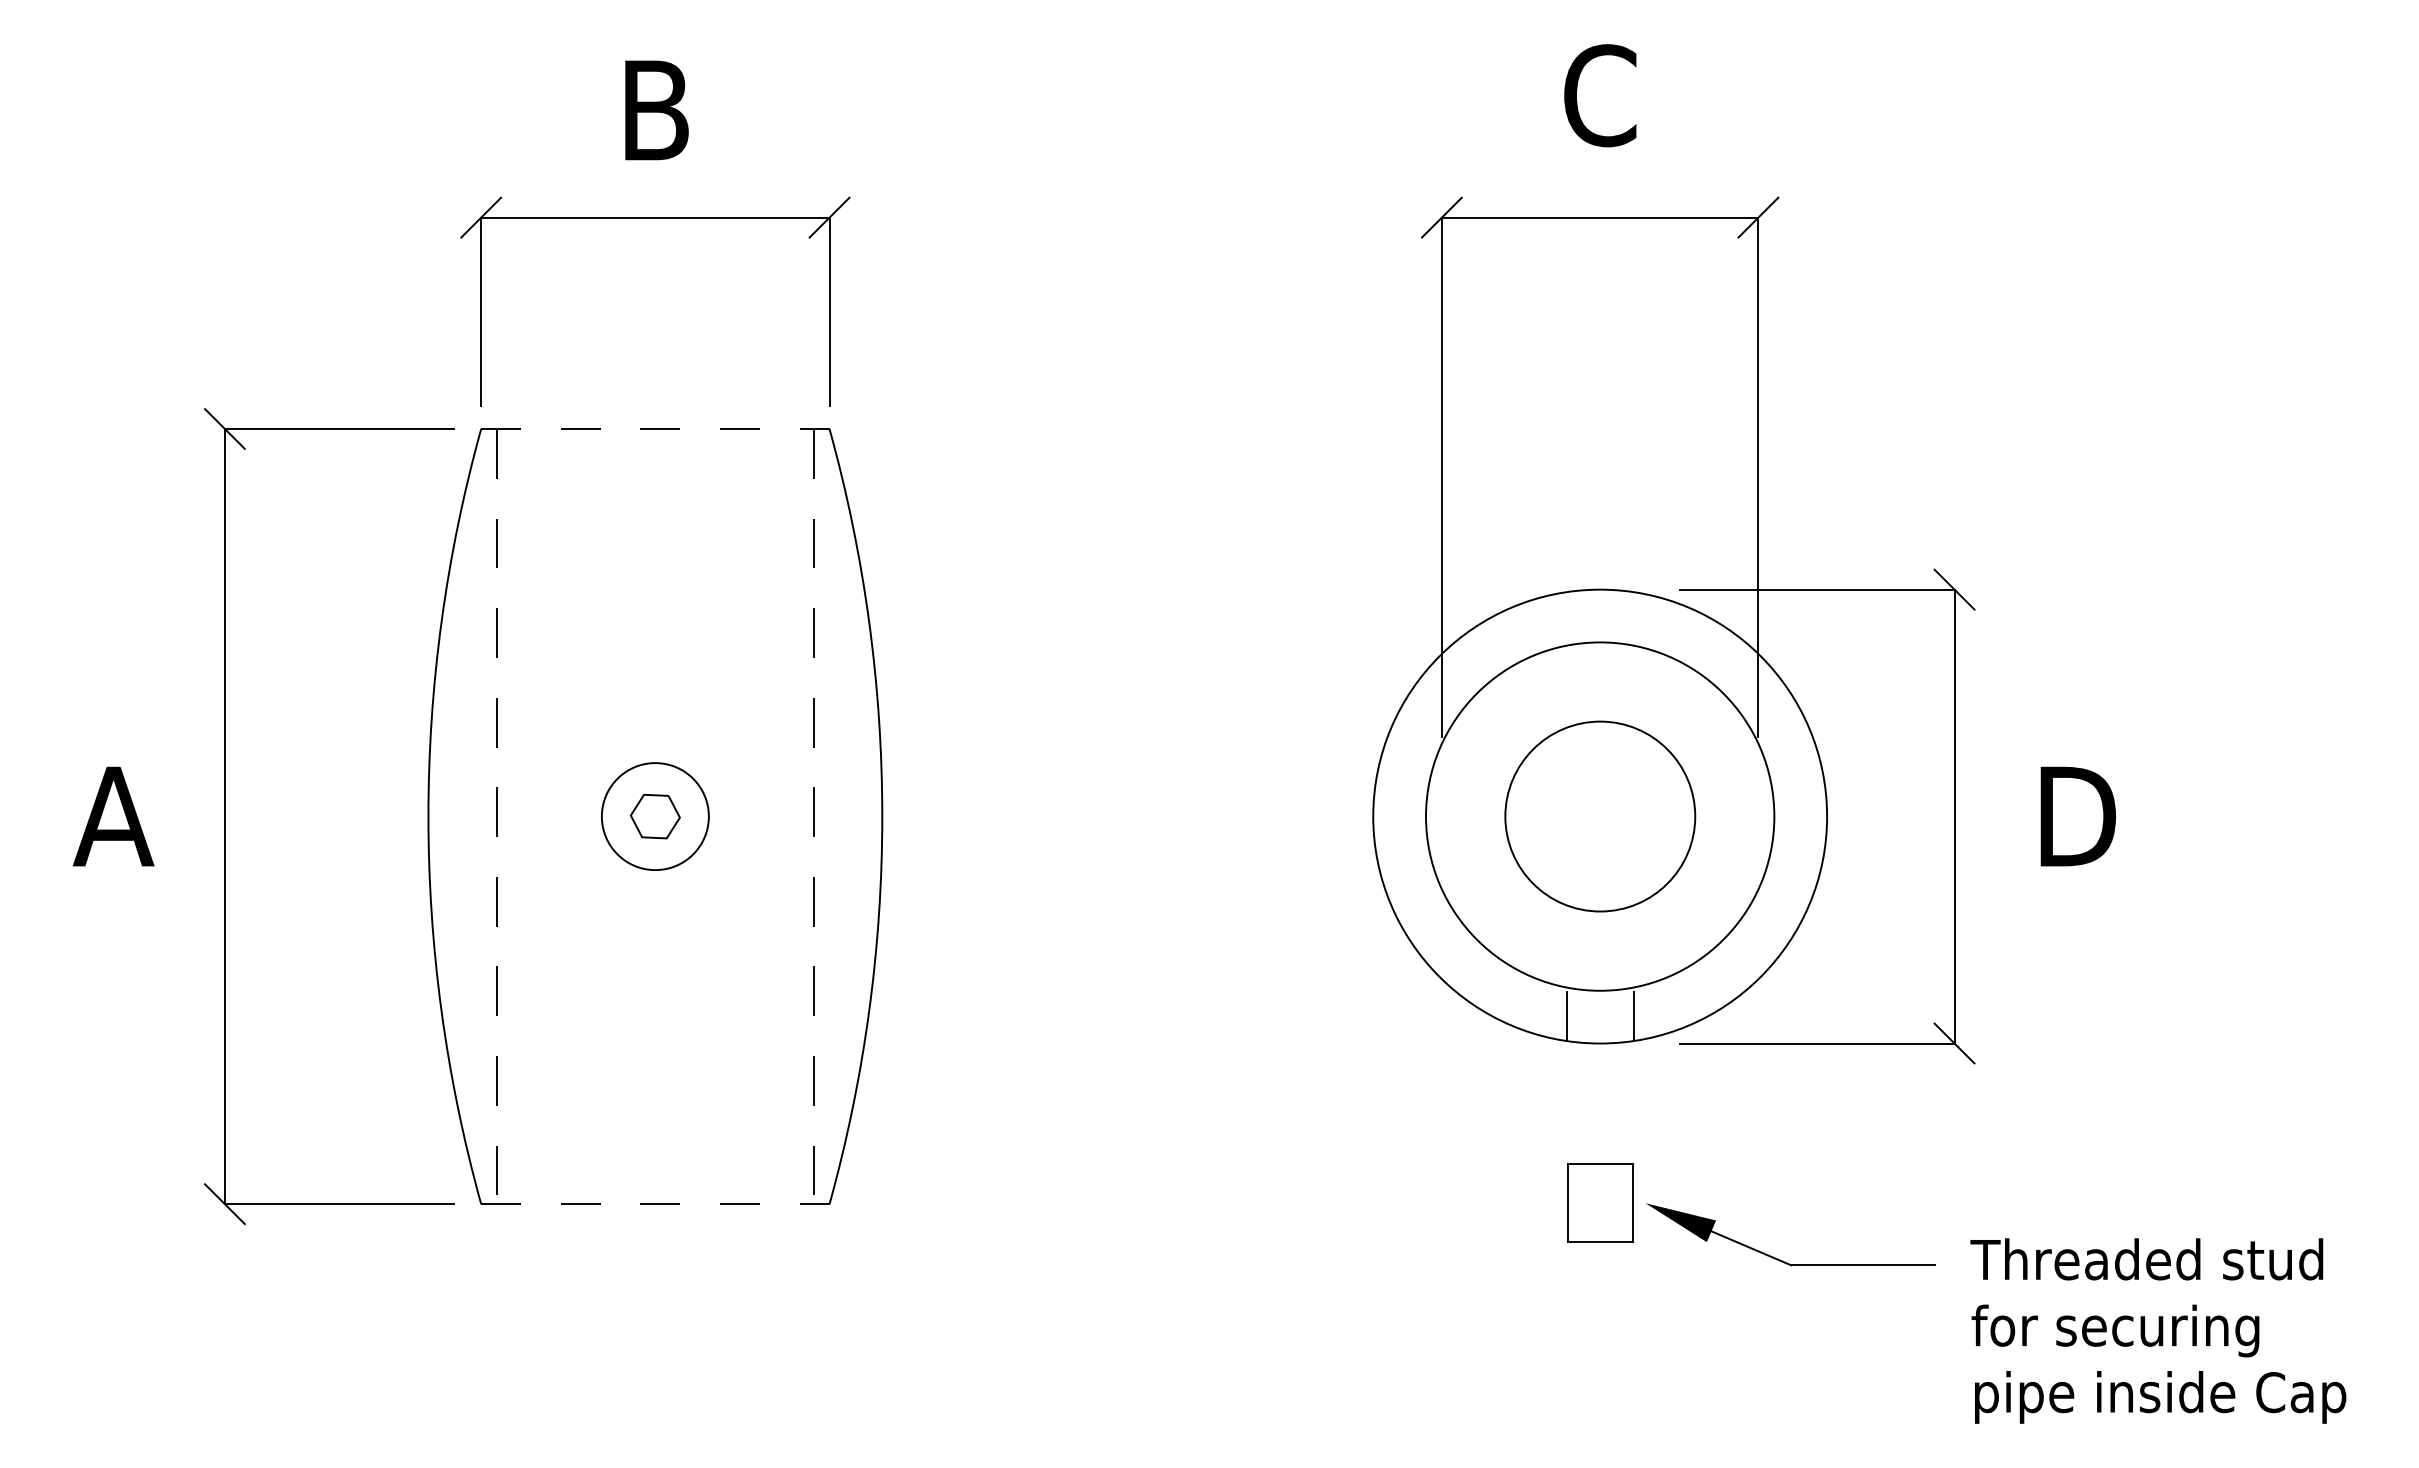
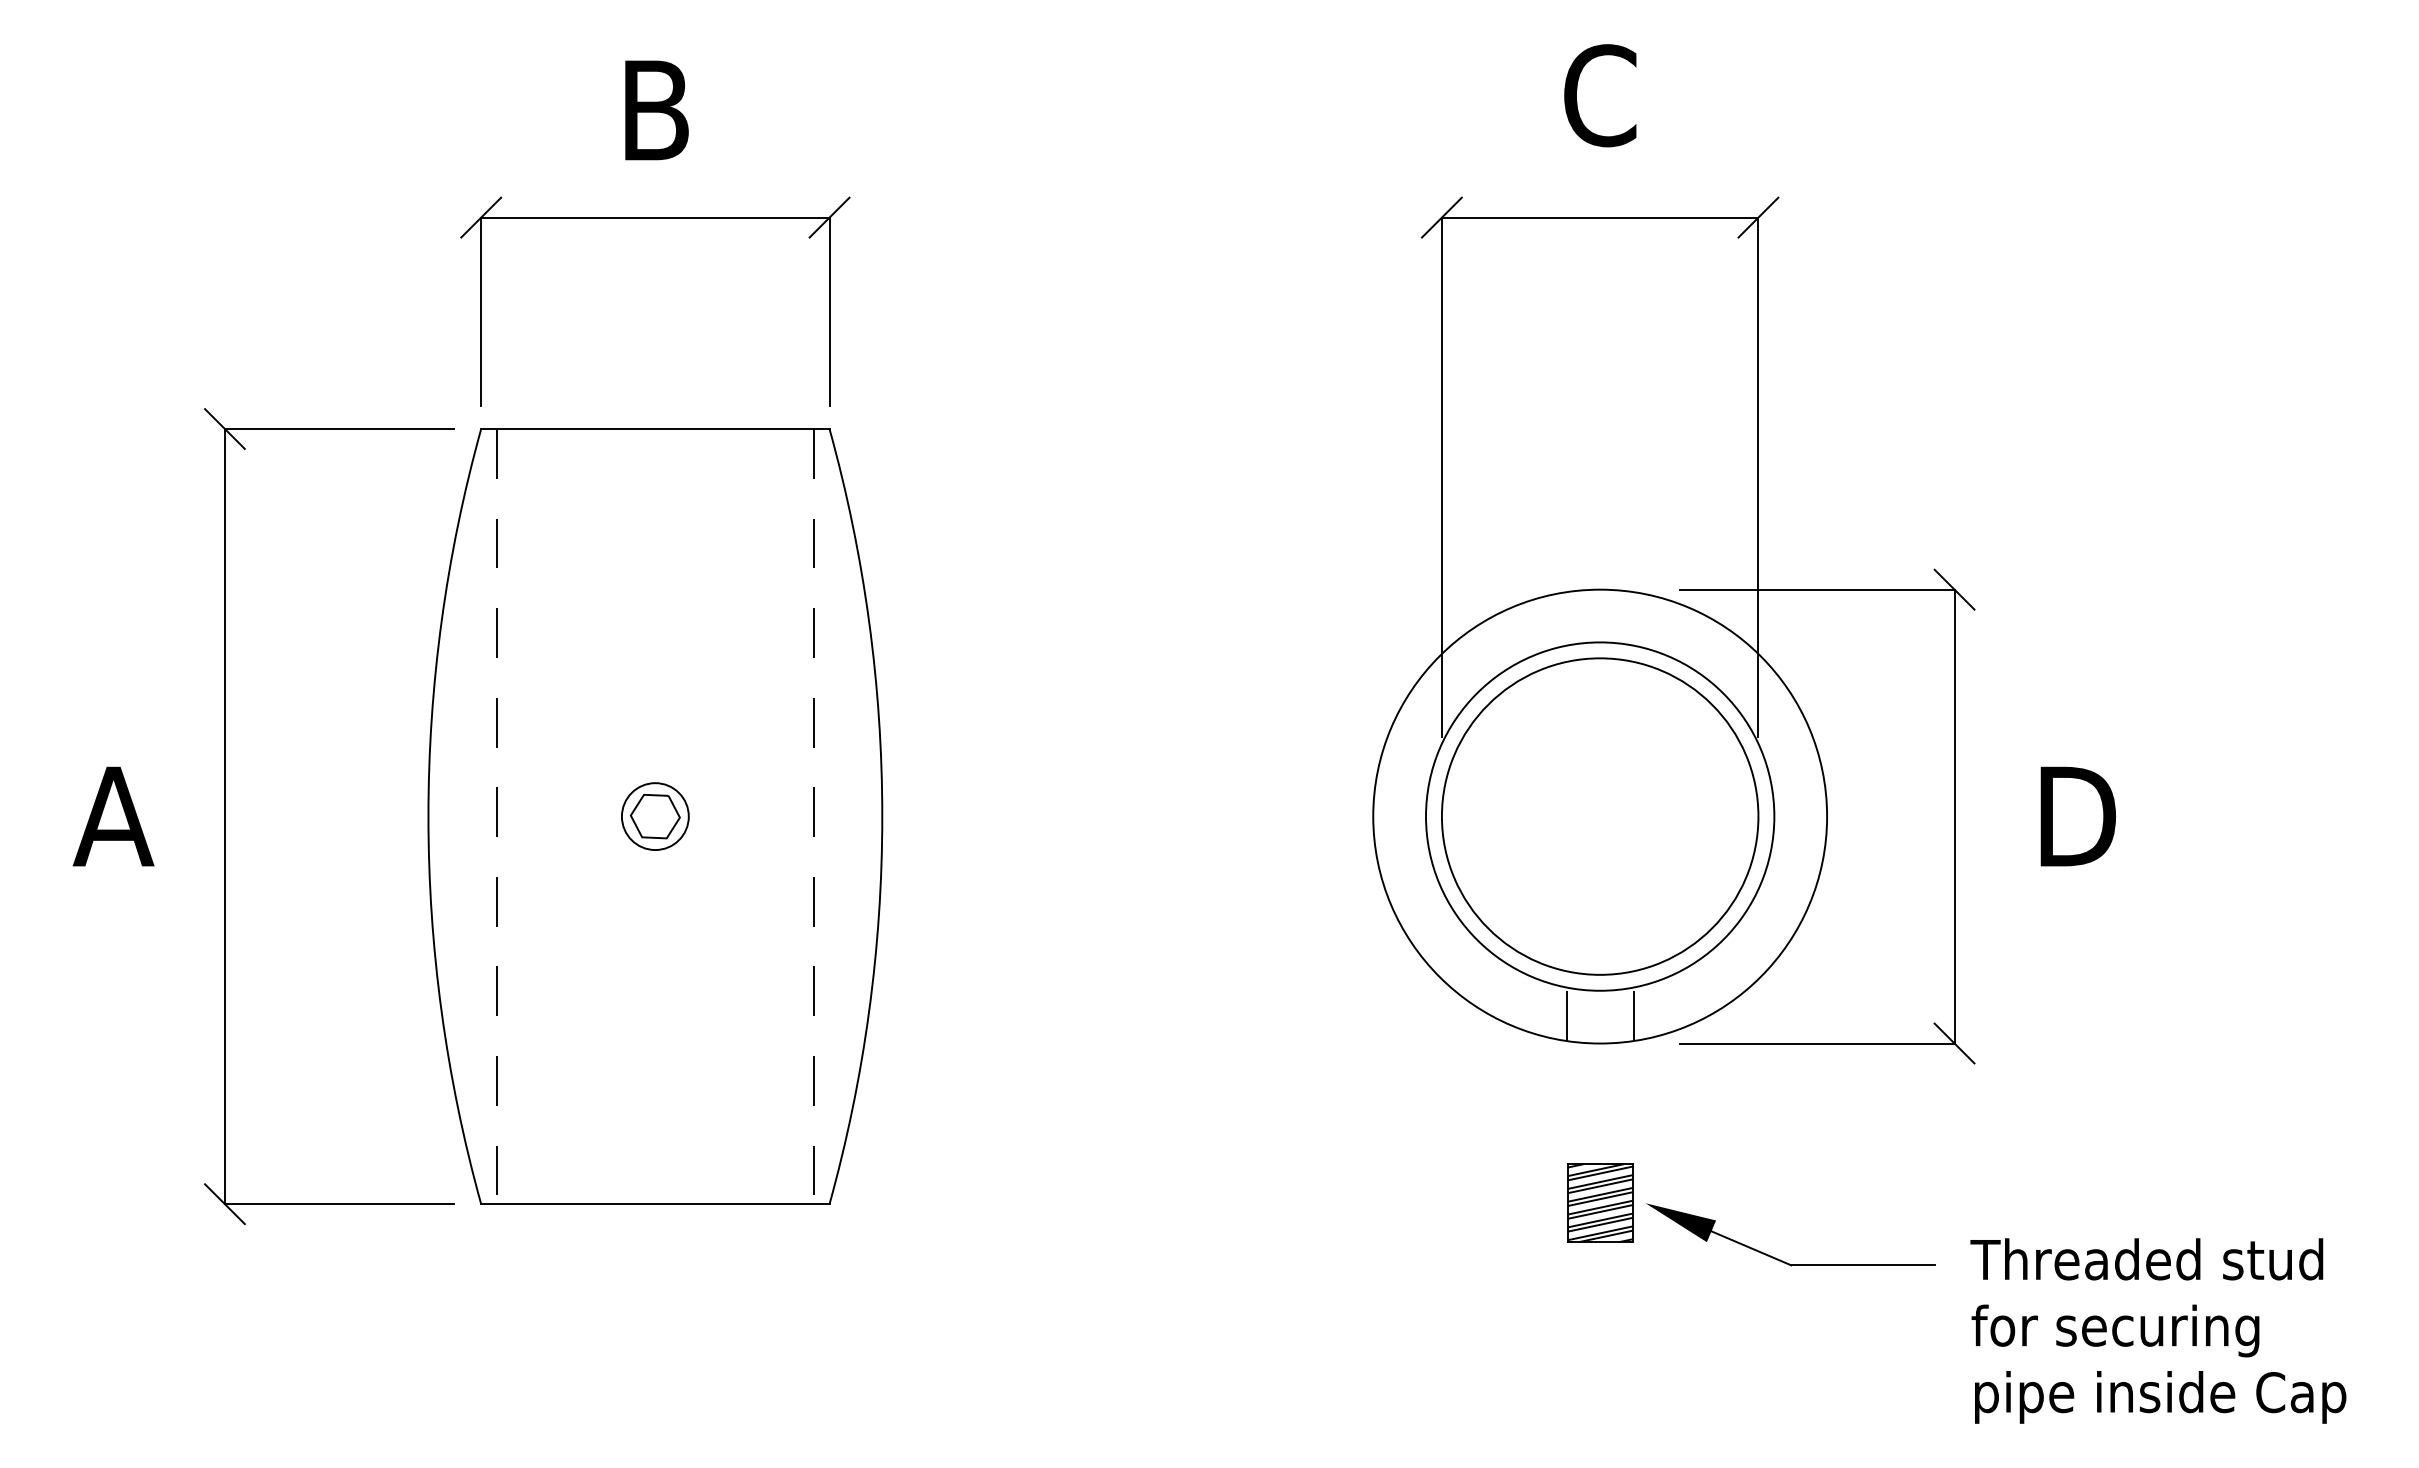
line at (655, 429): dashed -> solid
circle at (654, 816) diameter: 107 px -> 67 px
circle at (1600, 816) size: 193x193 px -> 319x319 px
hatch at (1599, 1203): none -> present
line at (655, 1204): dashed -> solid
